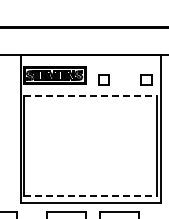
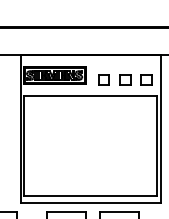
part at (125, 79): none -> present
line at (90, 95): dashed -> solid
line at (90, 196): dashed -> solid
